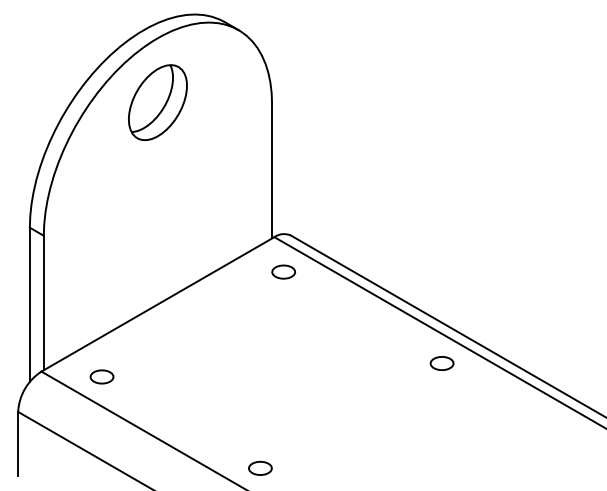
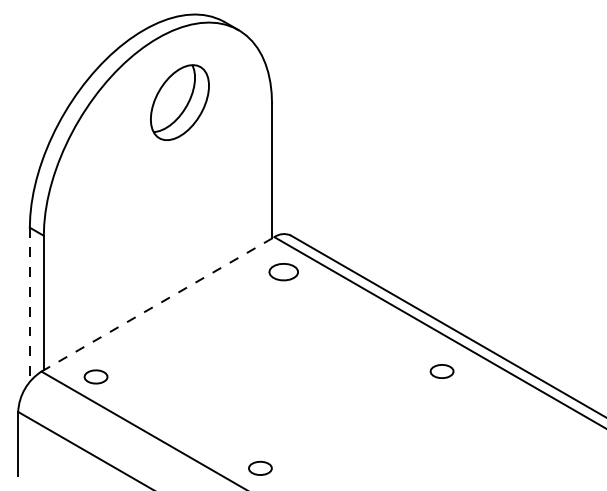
part at (157, 102) position: (157, 102) -> (179, 102)
part at (283, 271) size: 25x16 px -> 31x19 px
line at (158, 304): solid -> dashed
line at (29, 305): solid -> dashed
part at (441, 363) position: (441, 363) -> (441, 371)
part at (101, 376) position: (101, 376) -> (95, 376)
